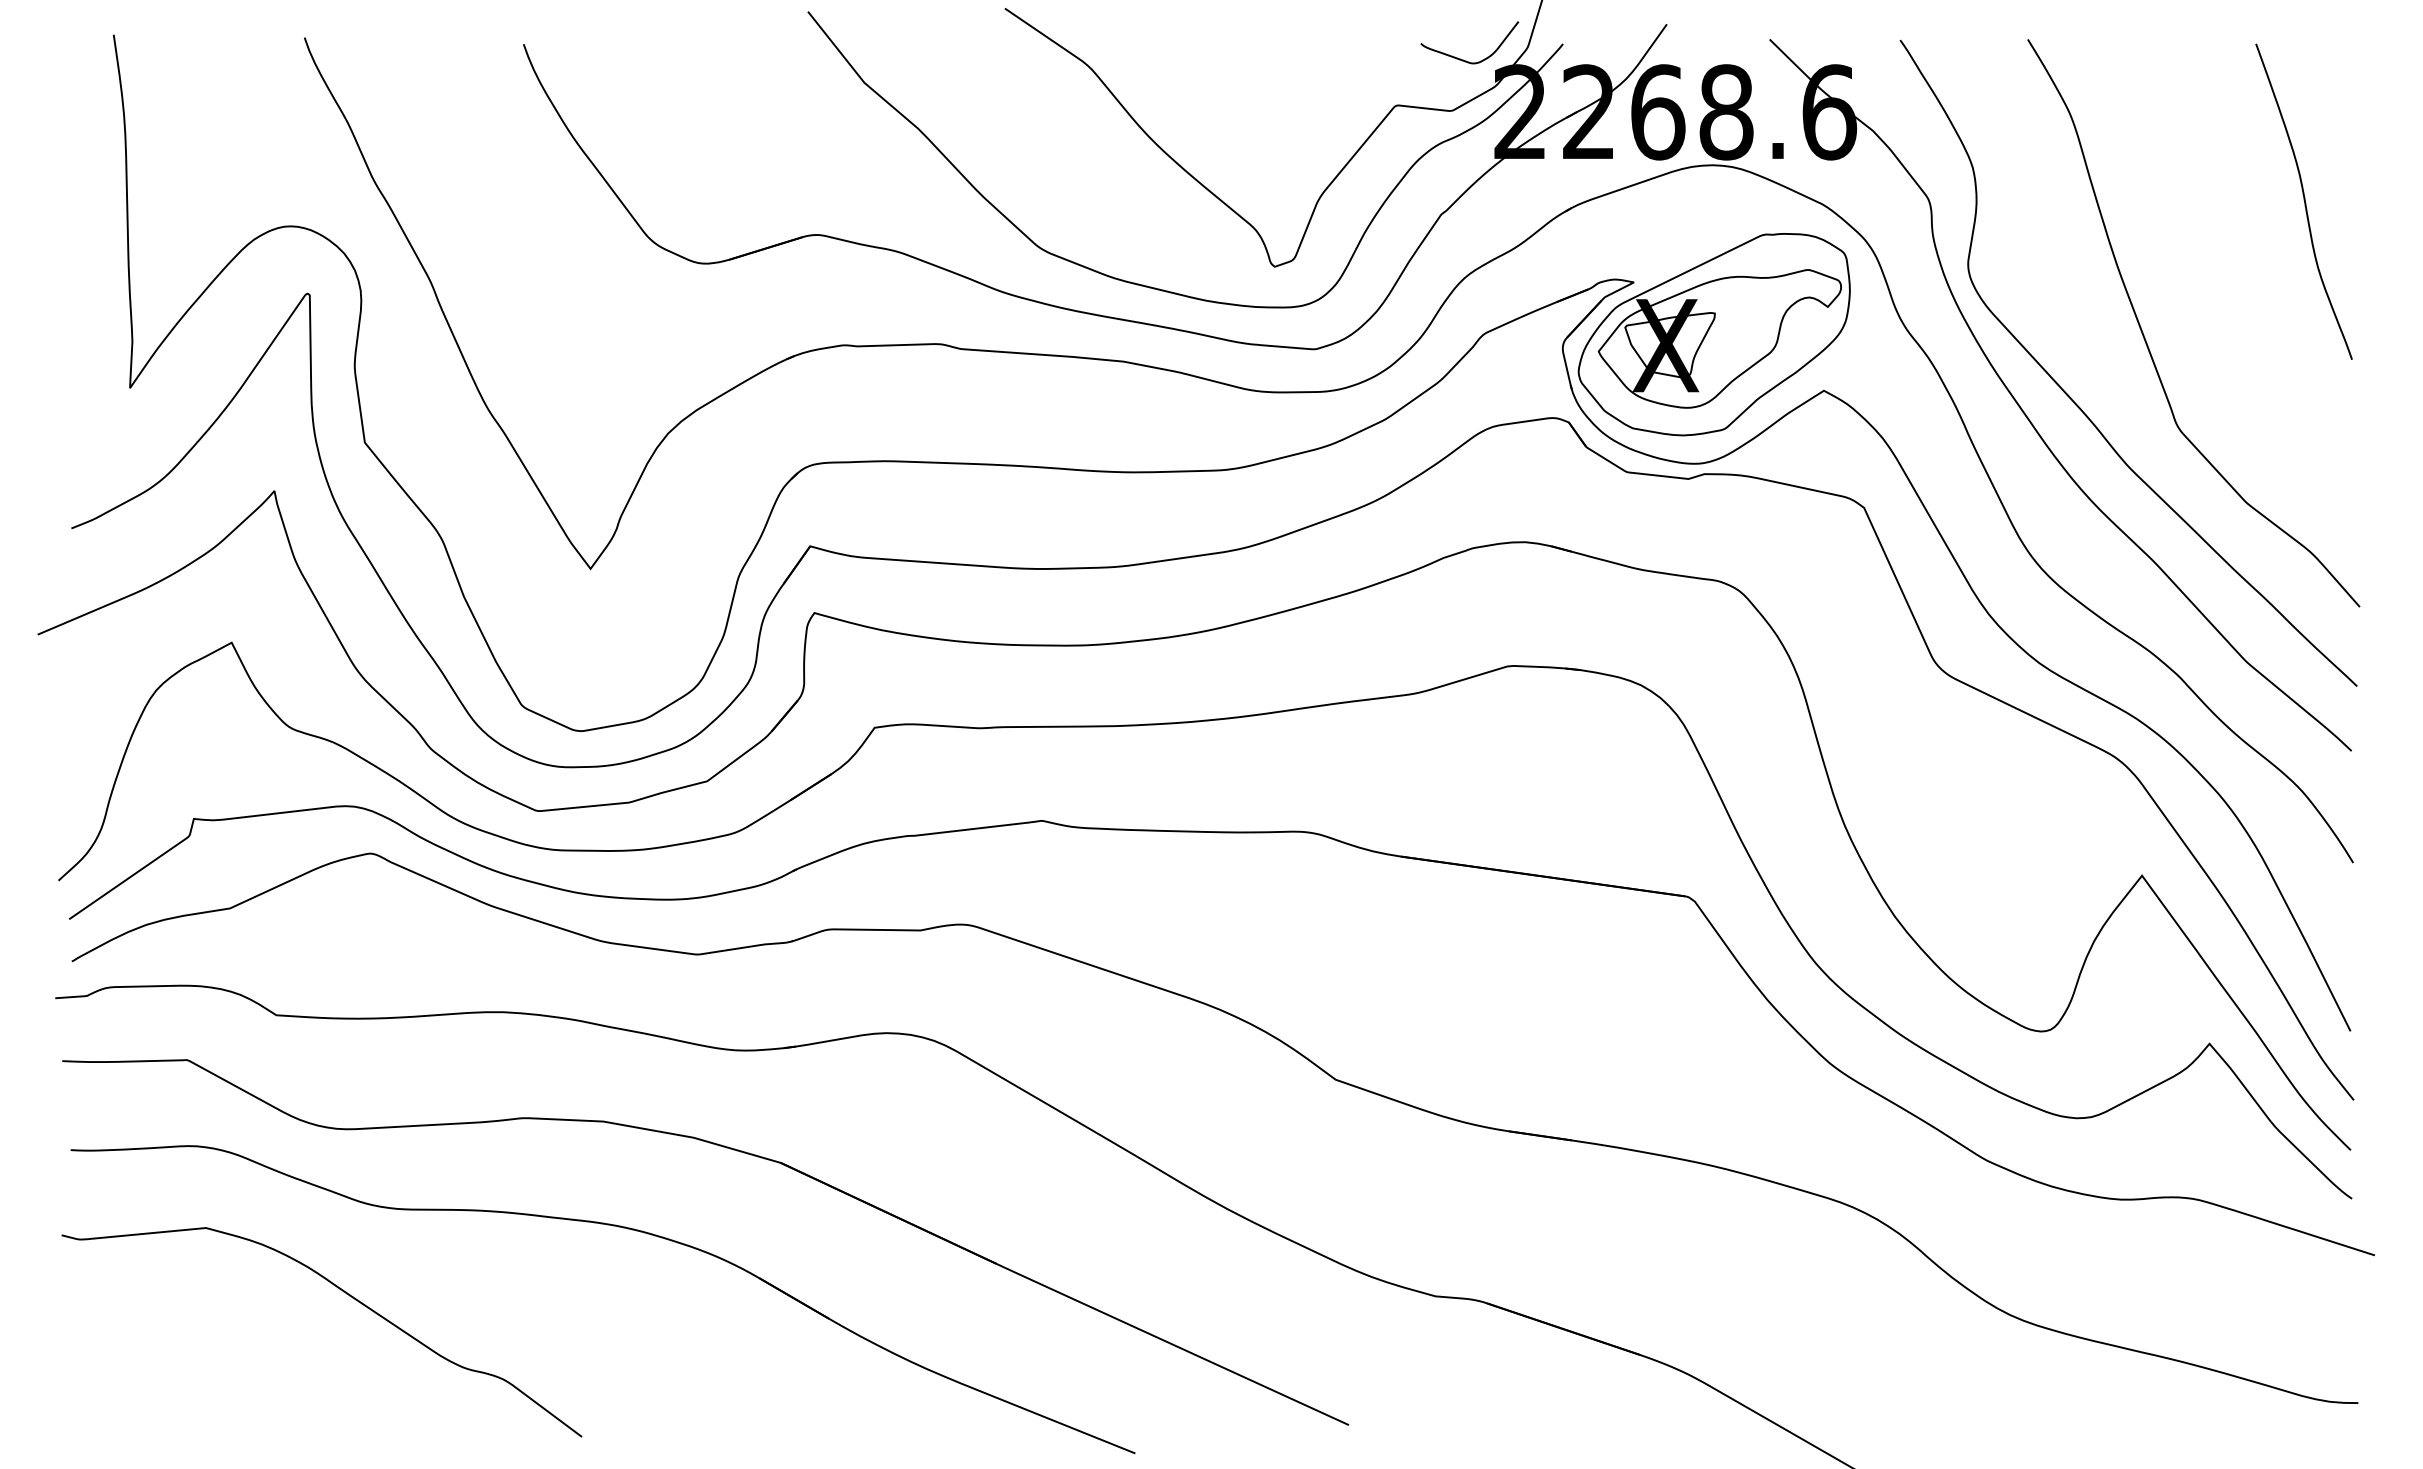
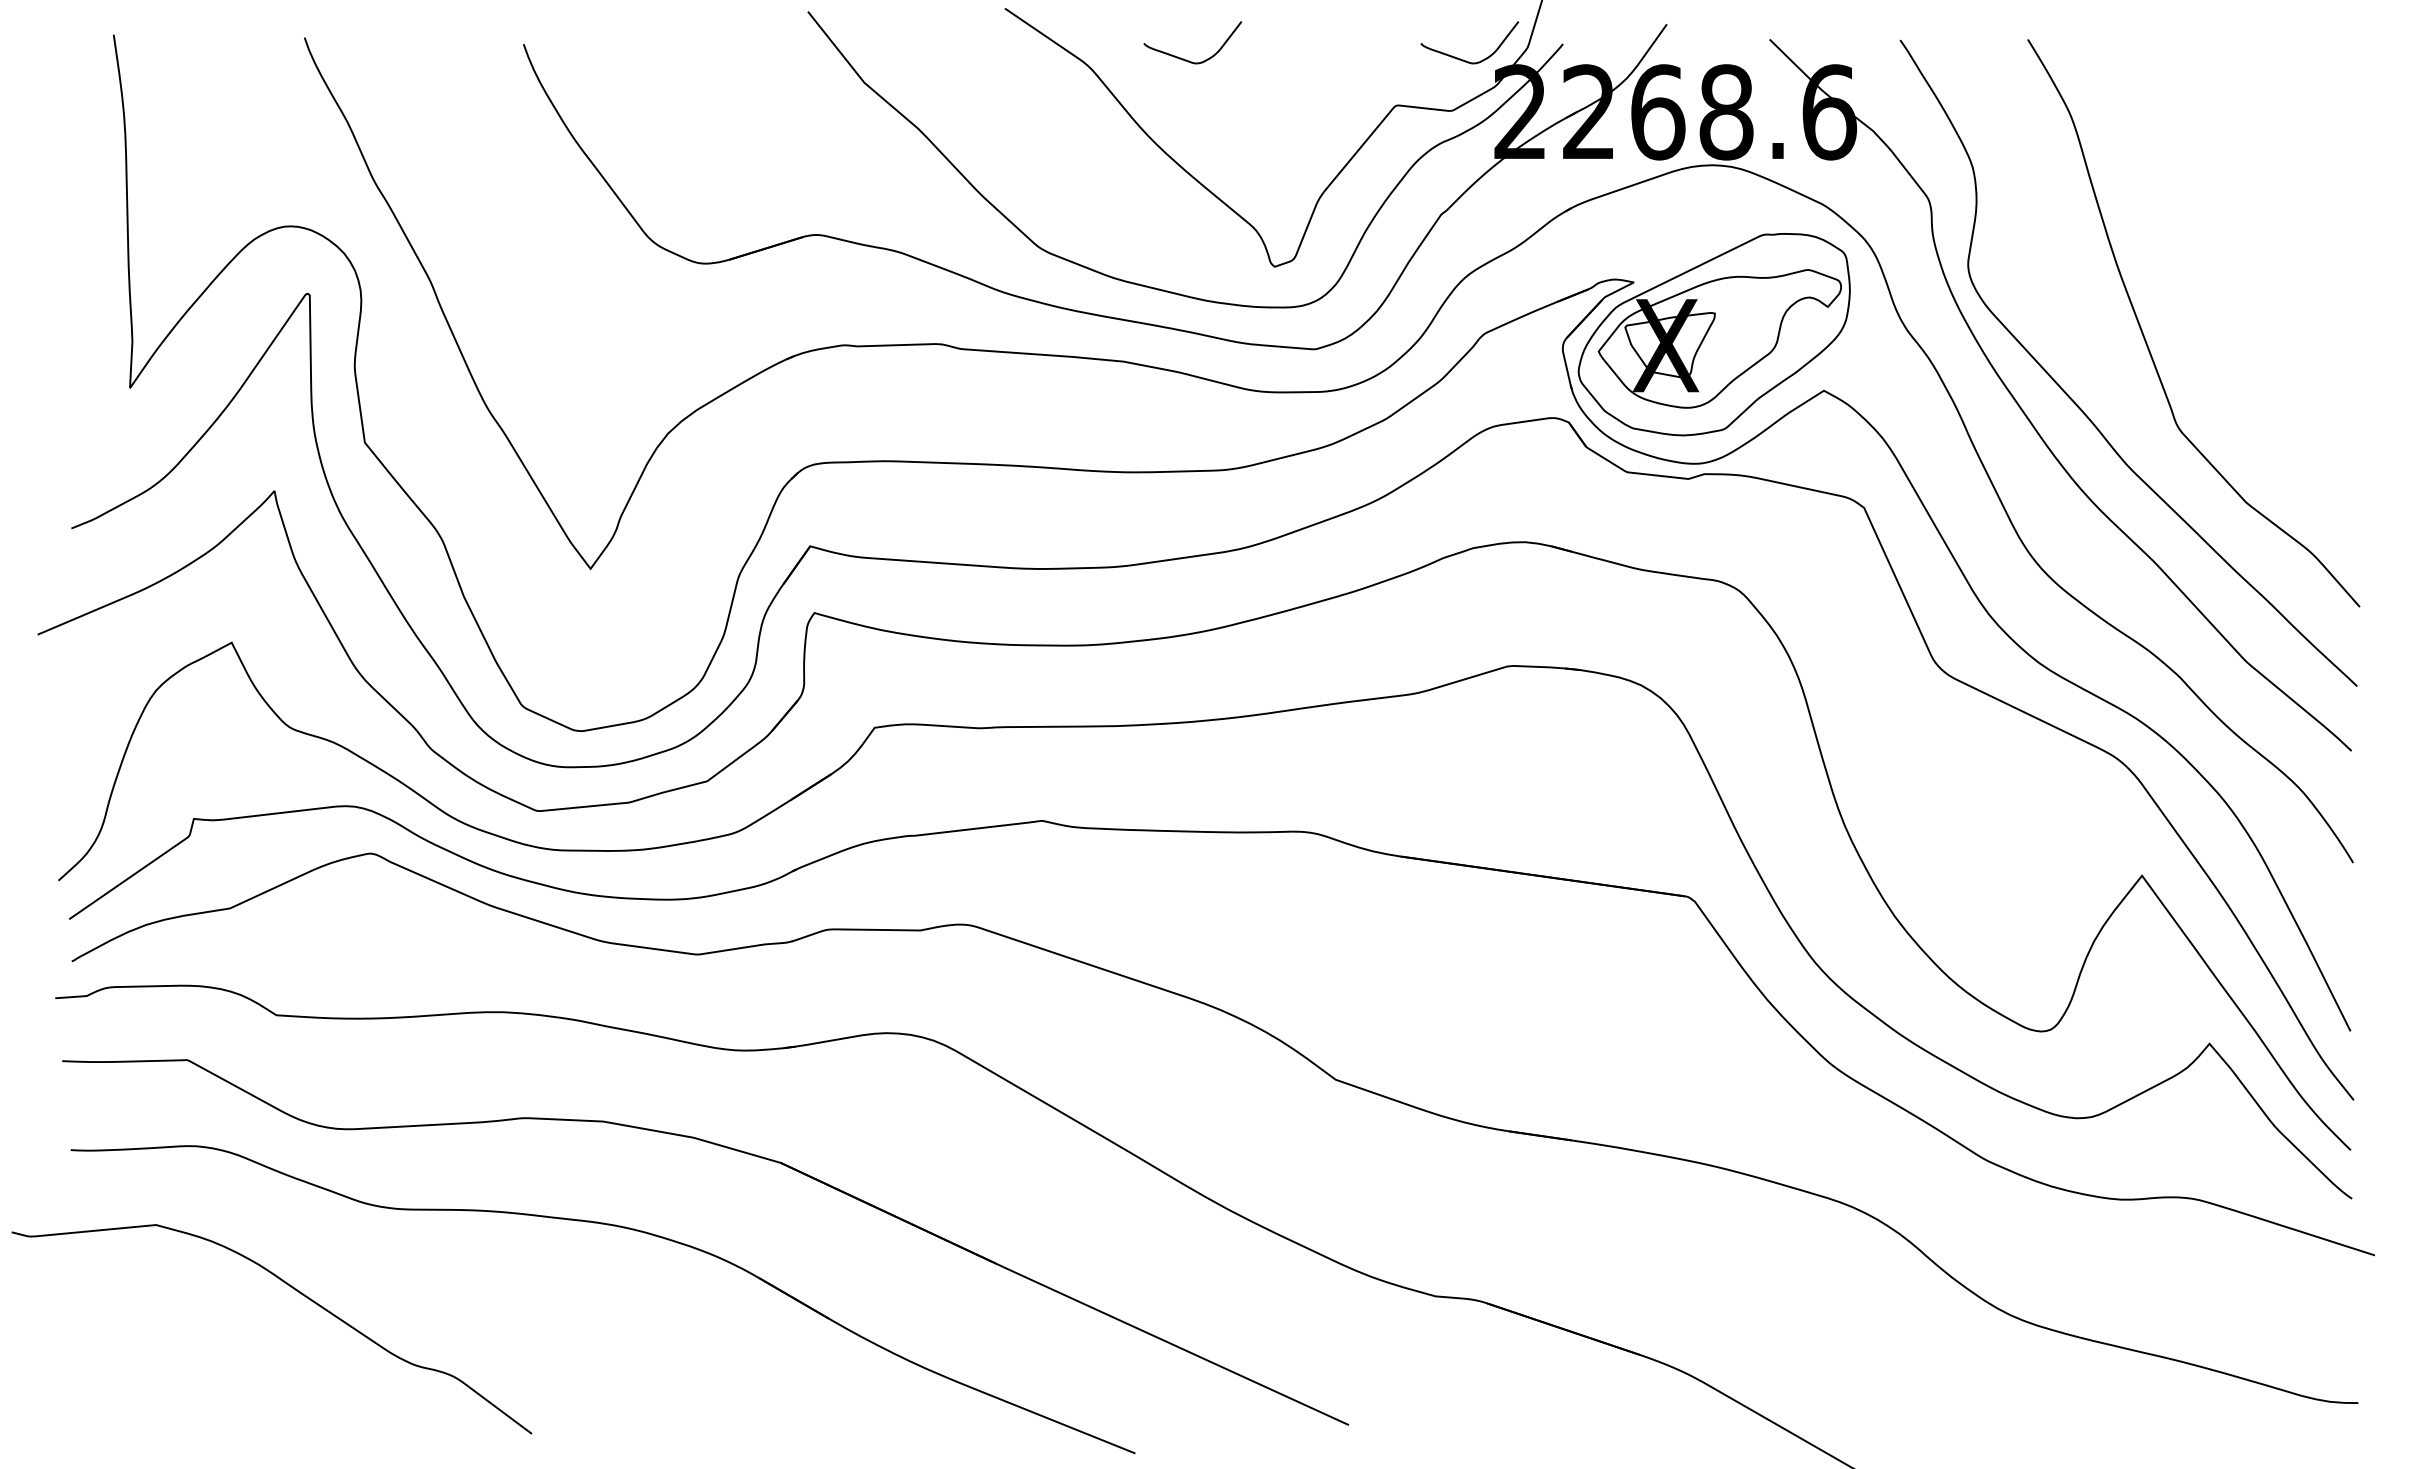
curve at (1186, 59): none -> present
curve at (2303, 200): present -> none
curve at (346, 1294) position: (346, 1294) -> (296, 1291)
